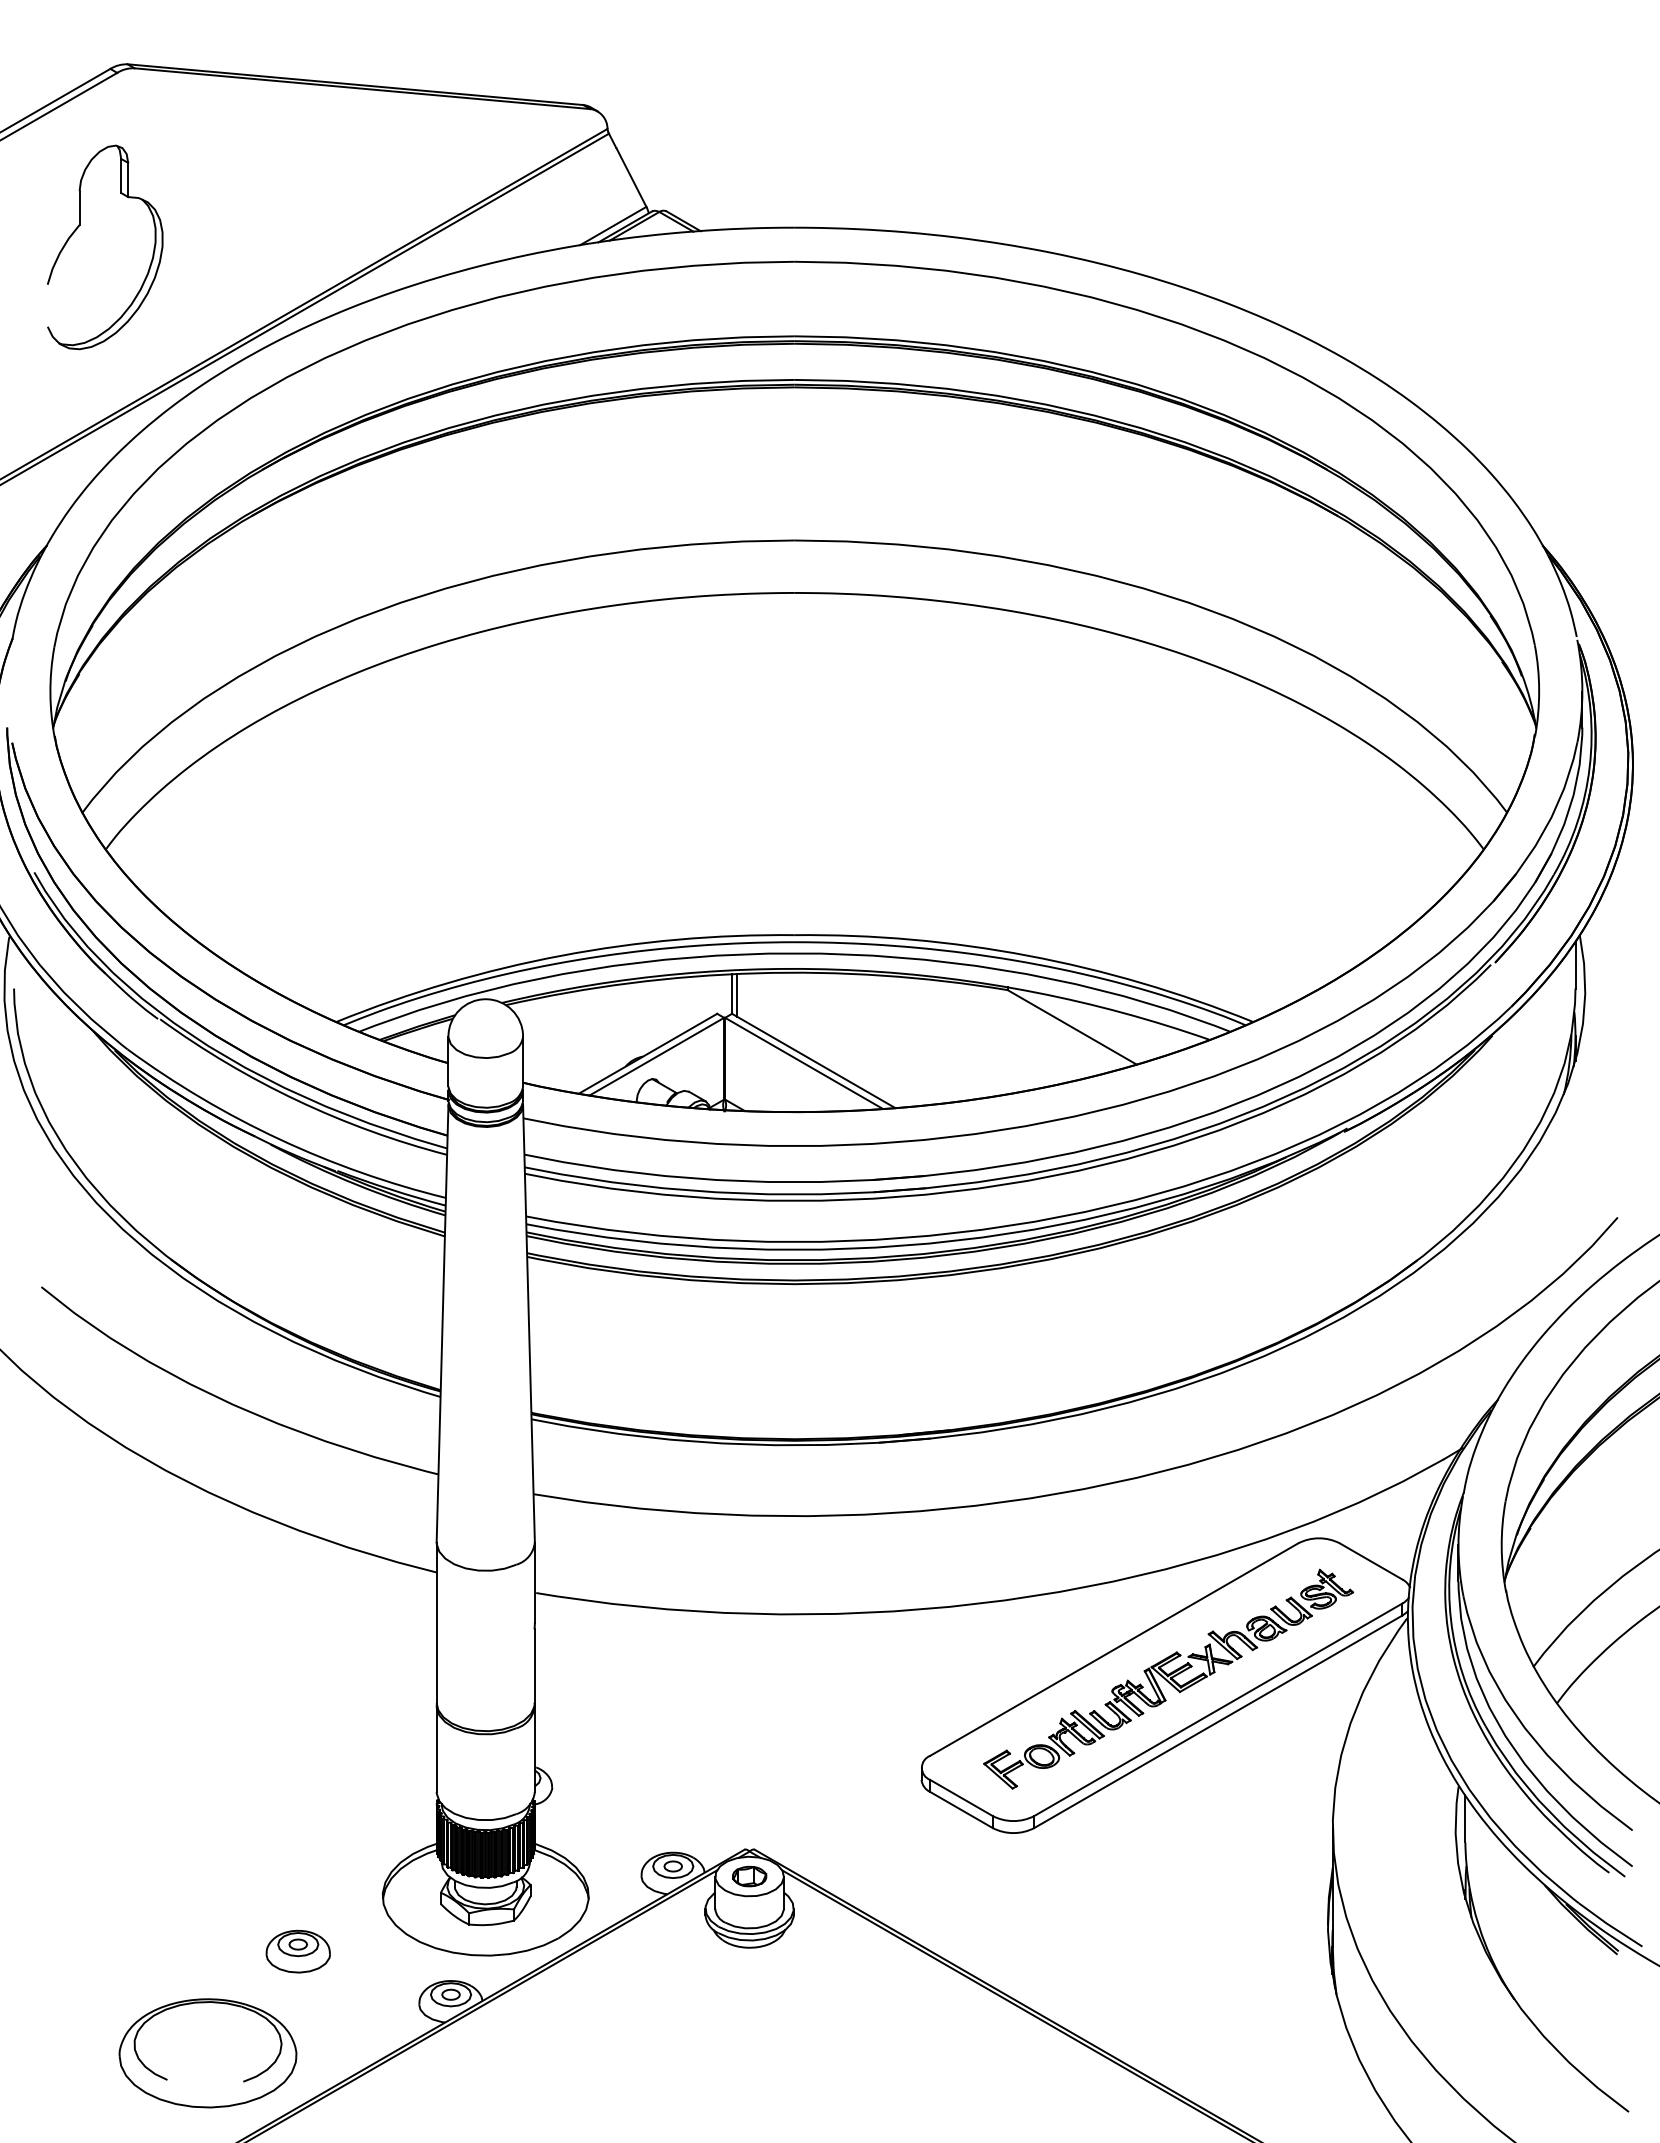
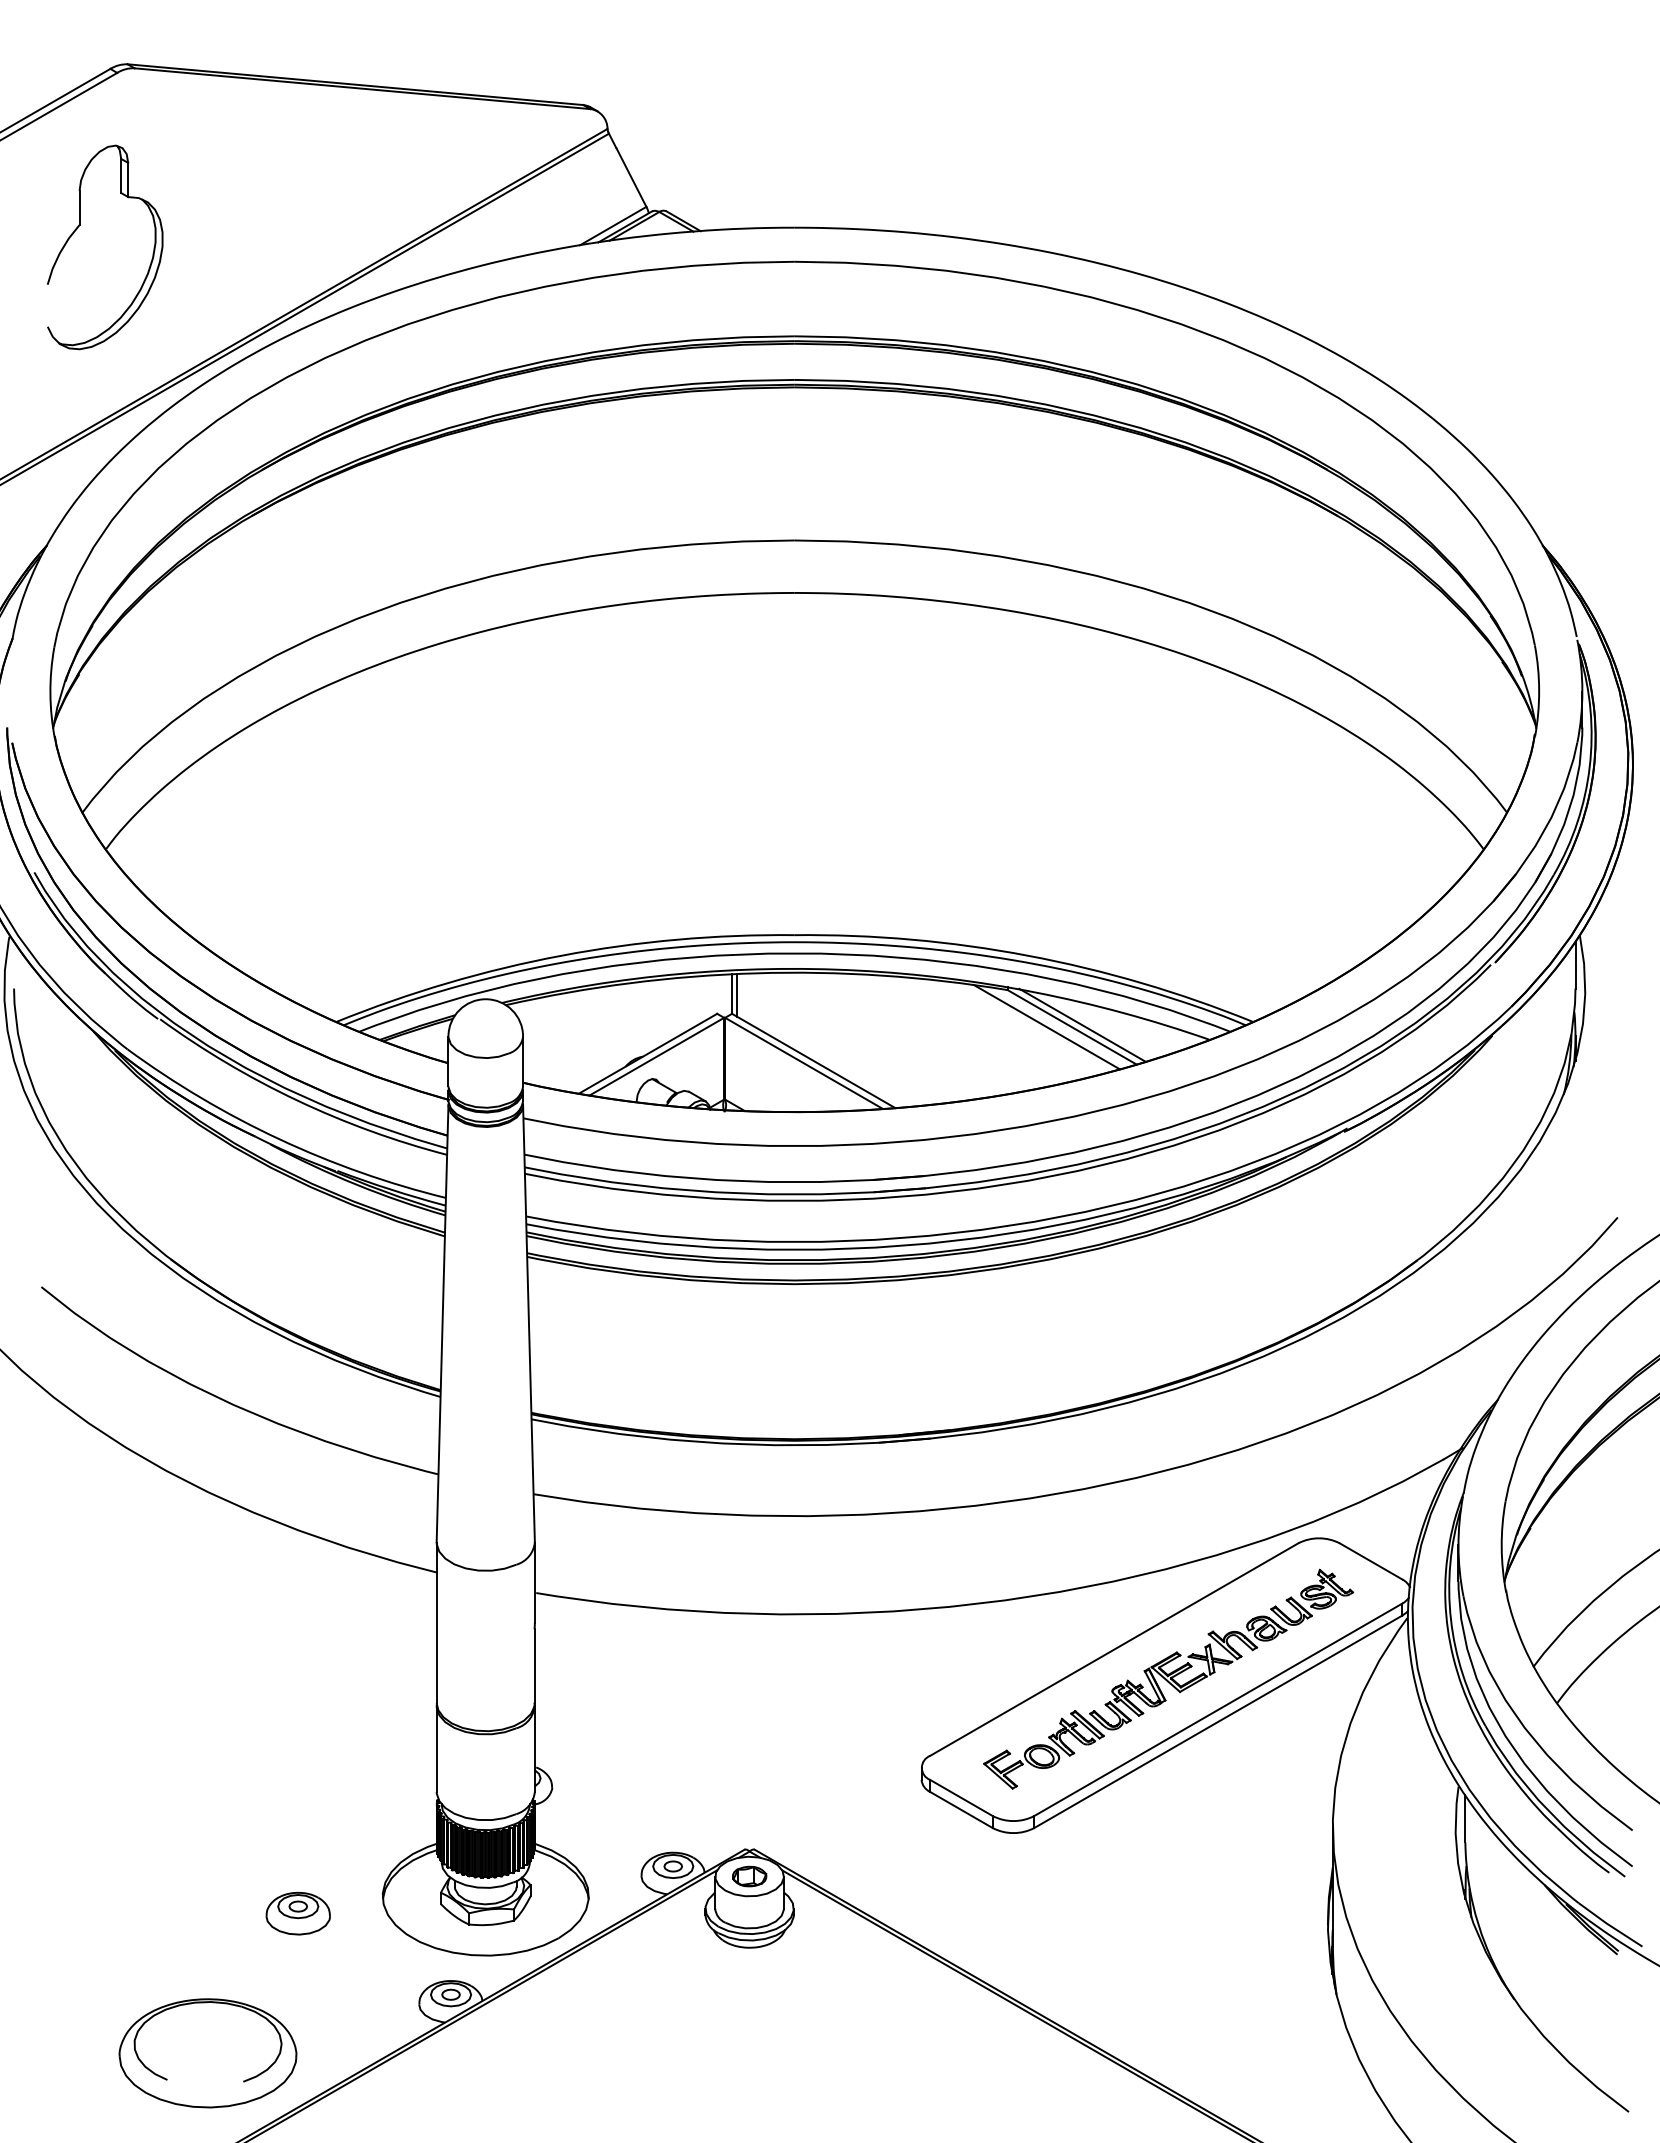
line at (1082, 1024): none -> present
line at (1046, 1026): none -> present
part at (297, 1951) position: (297, 1951) -> (297, 1913)
